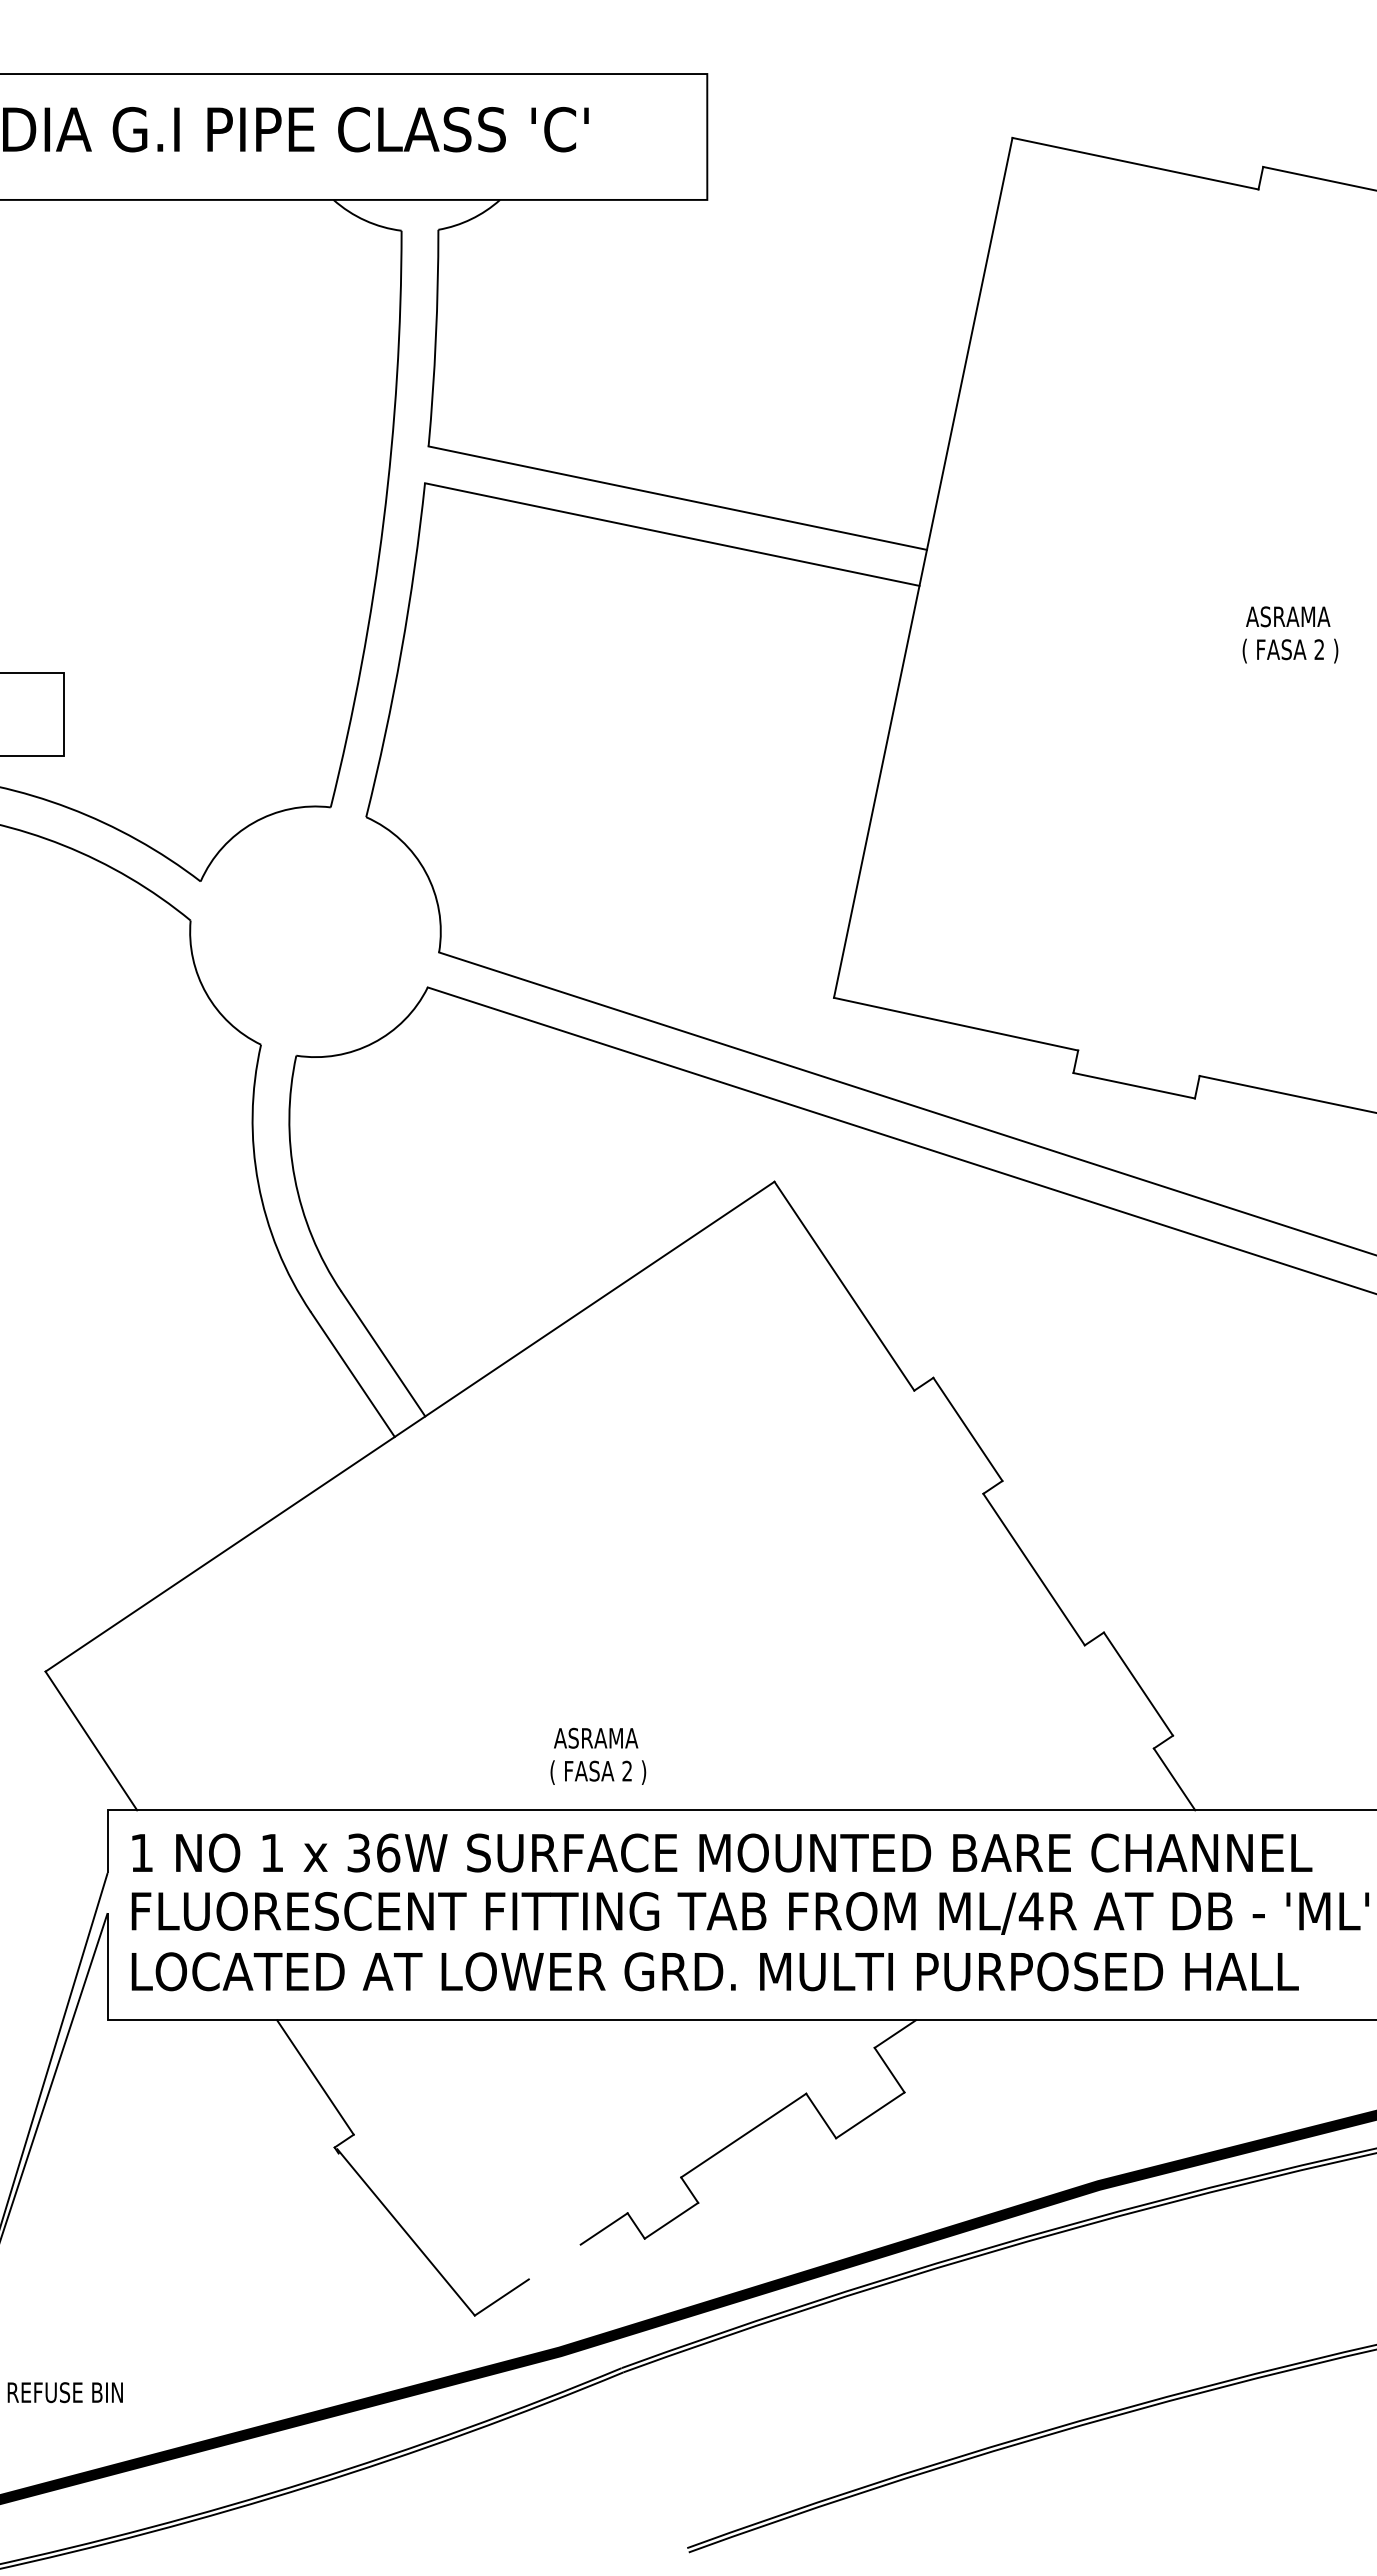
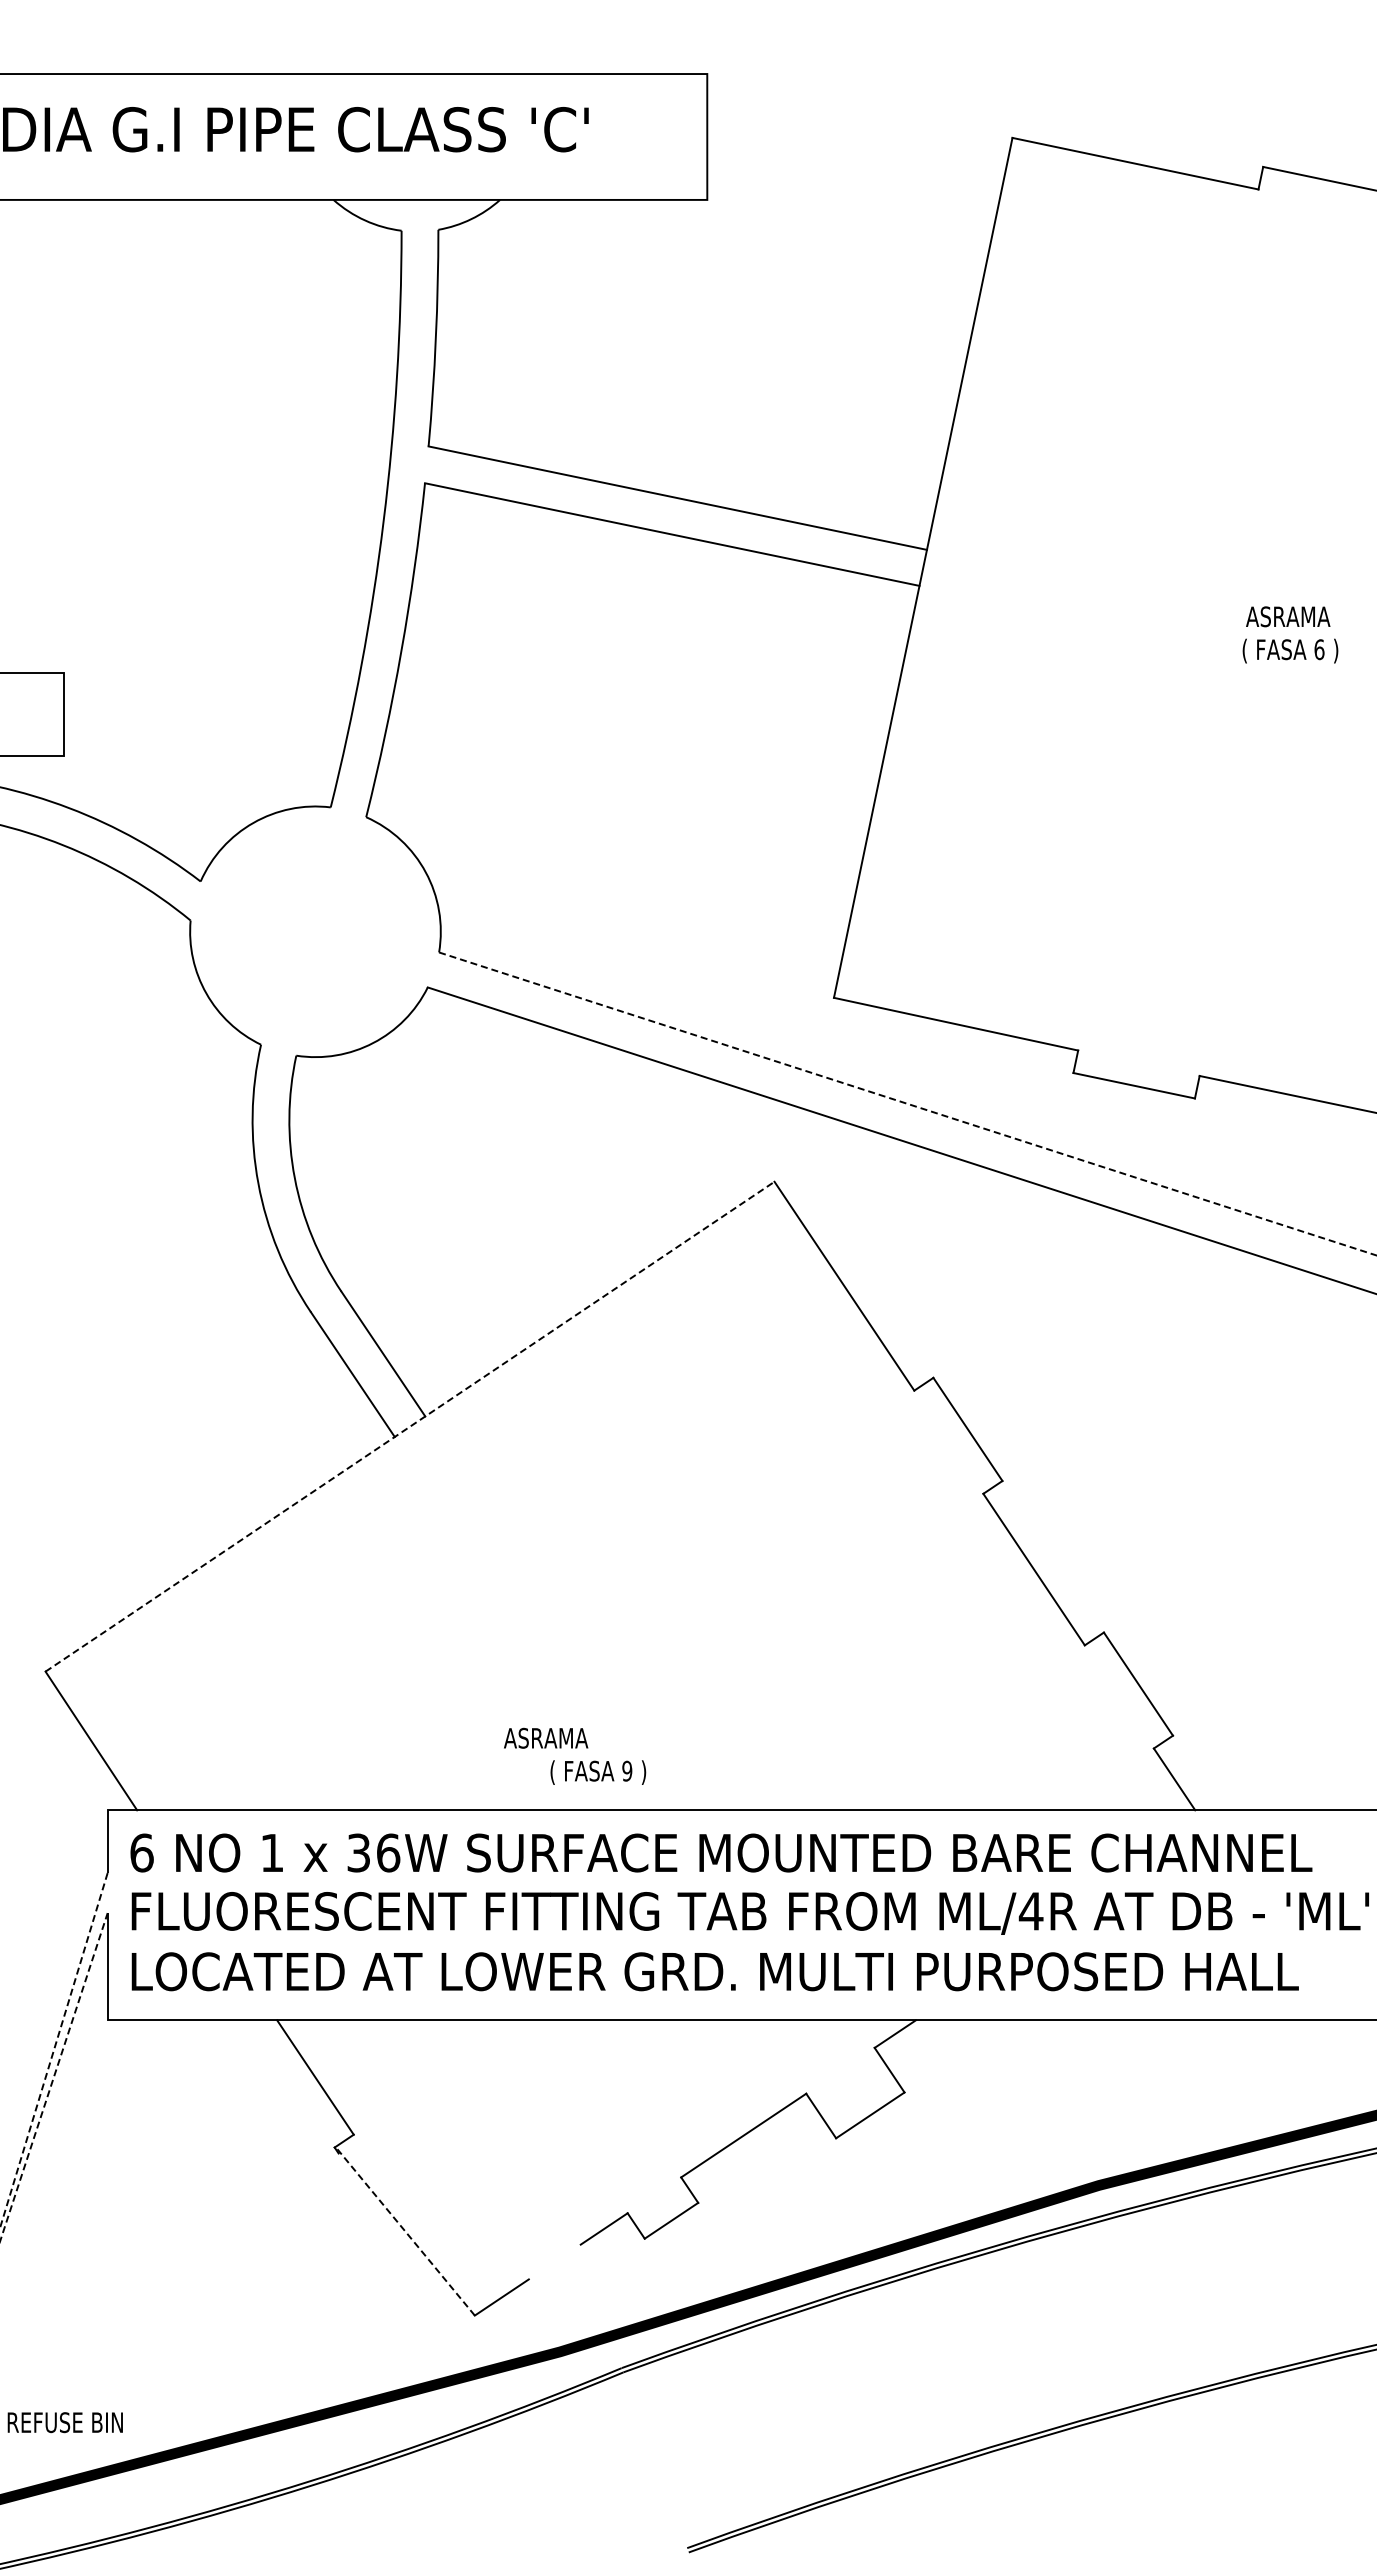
text at (1319, 649): 2 -> 6
line at (908, 1104): solid -> dashed
line at (410, 1426): solid -> dashed
text at (596, 1737) position: (596, 1737) -> (546, 1737)
text at (627, 1770): 2 -> 9
text at (141, 1852): 1 -> 6
line at (3, 2216): solid -> dashed
line at (406, 2232): solid -> dashed
text at (64, 2392) position: (64, 2392) -> (64, 2422)
